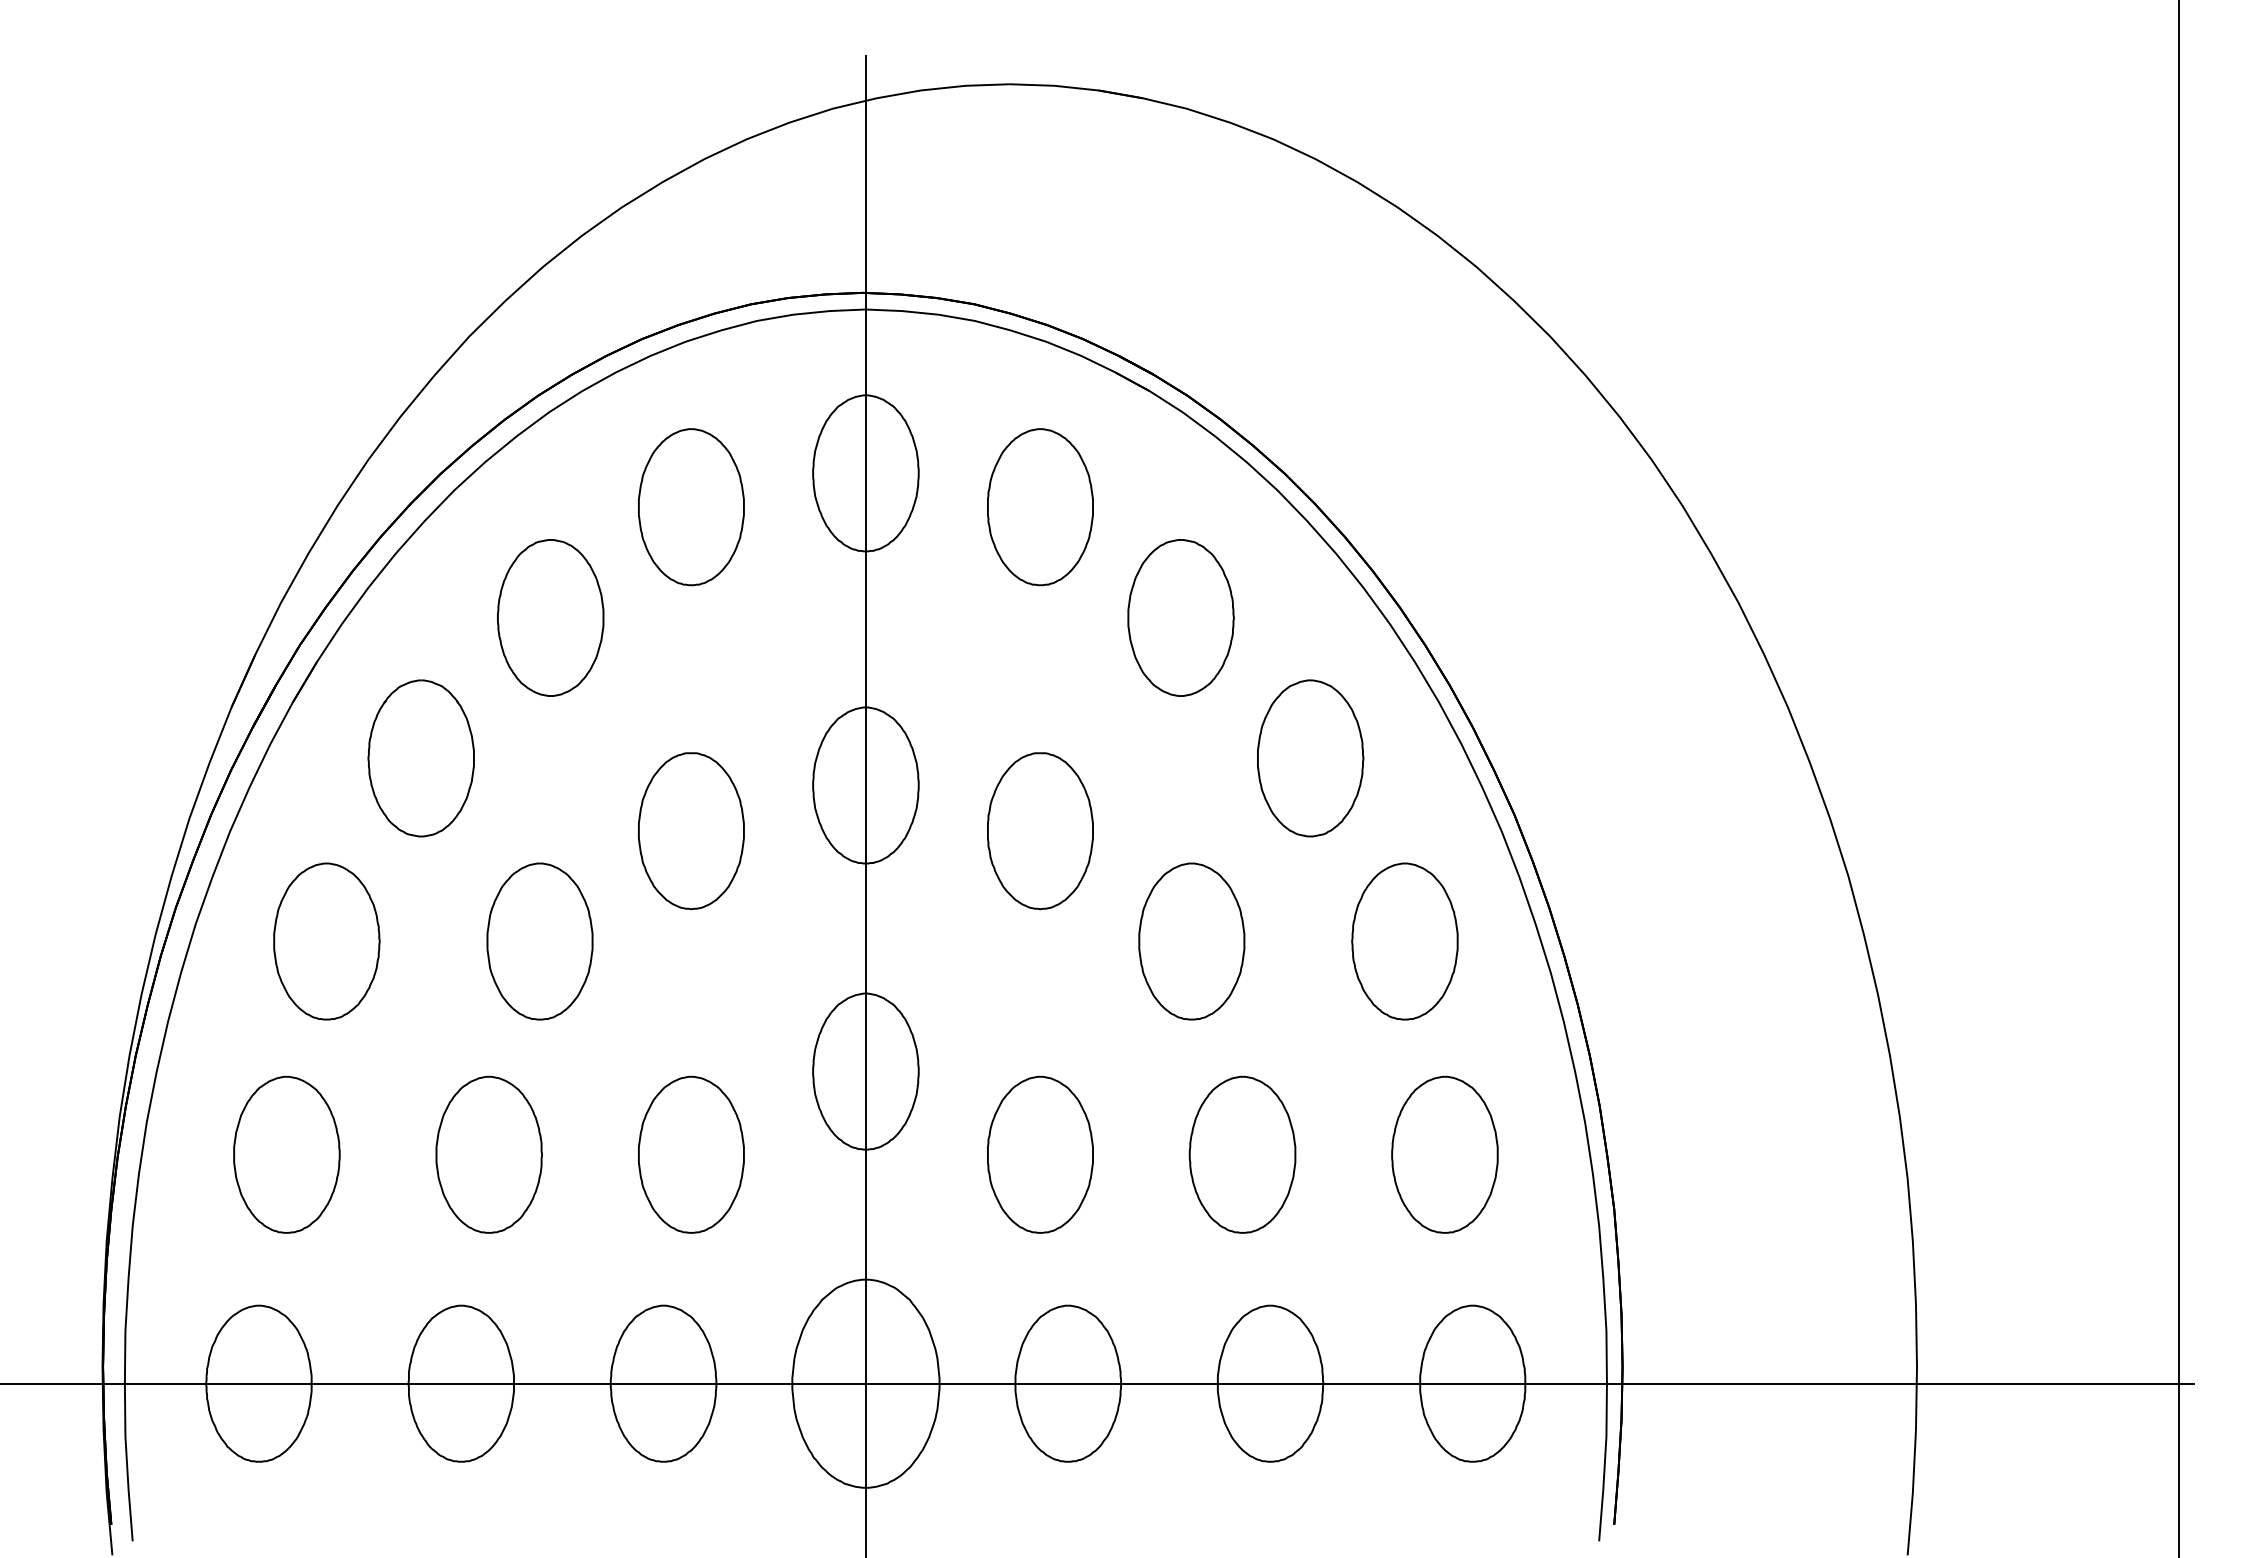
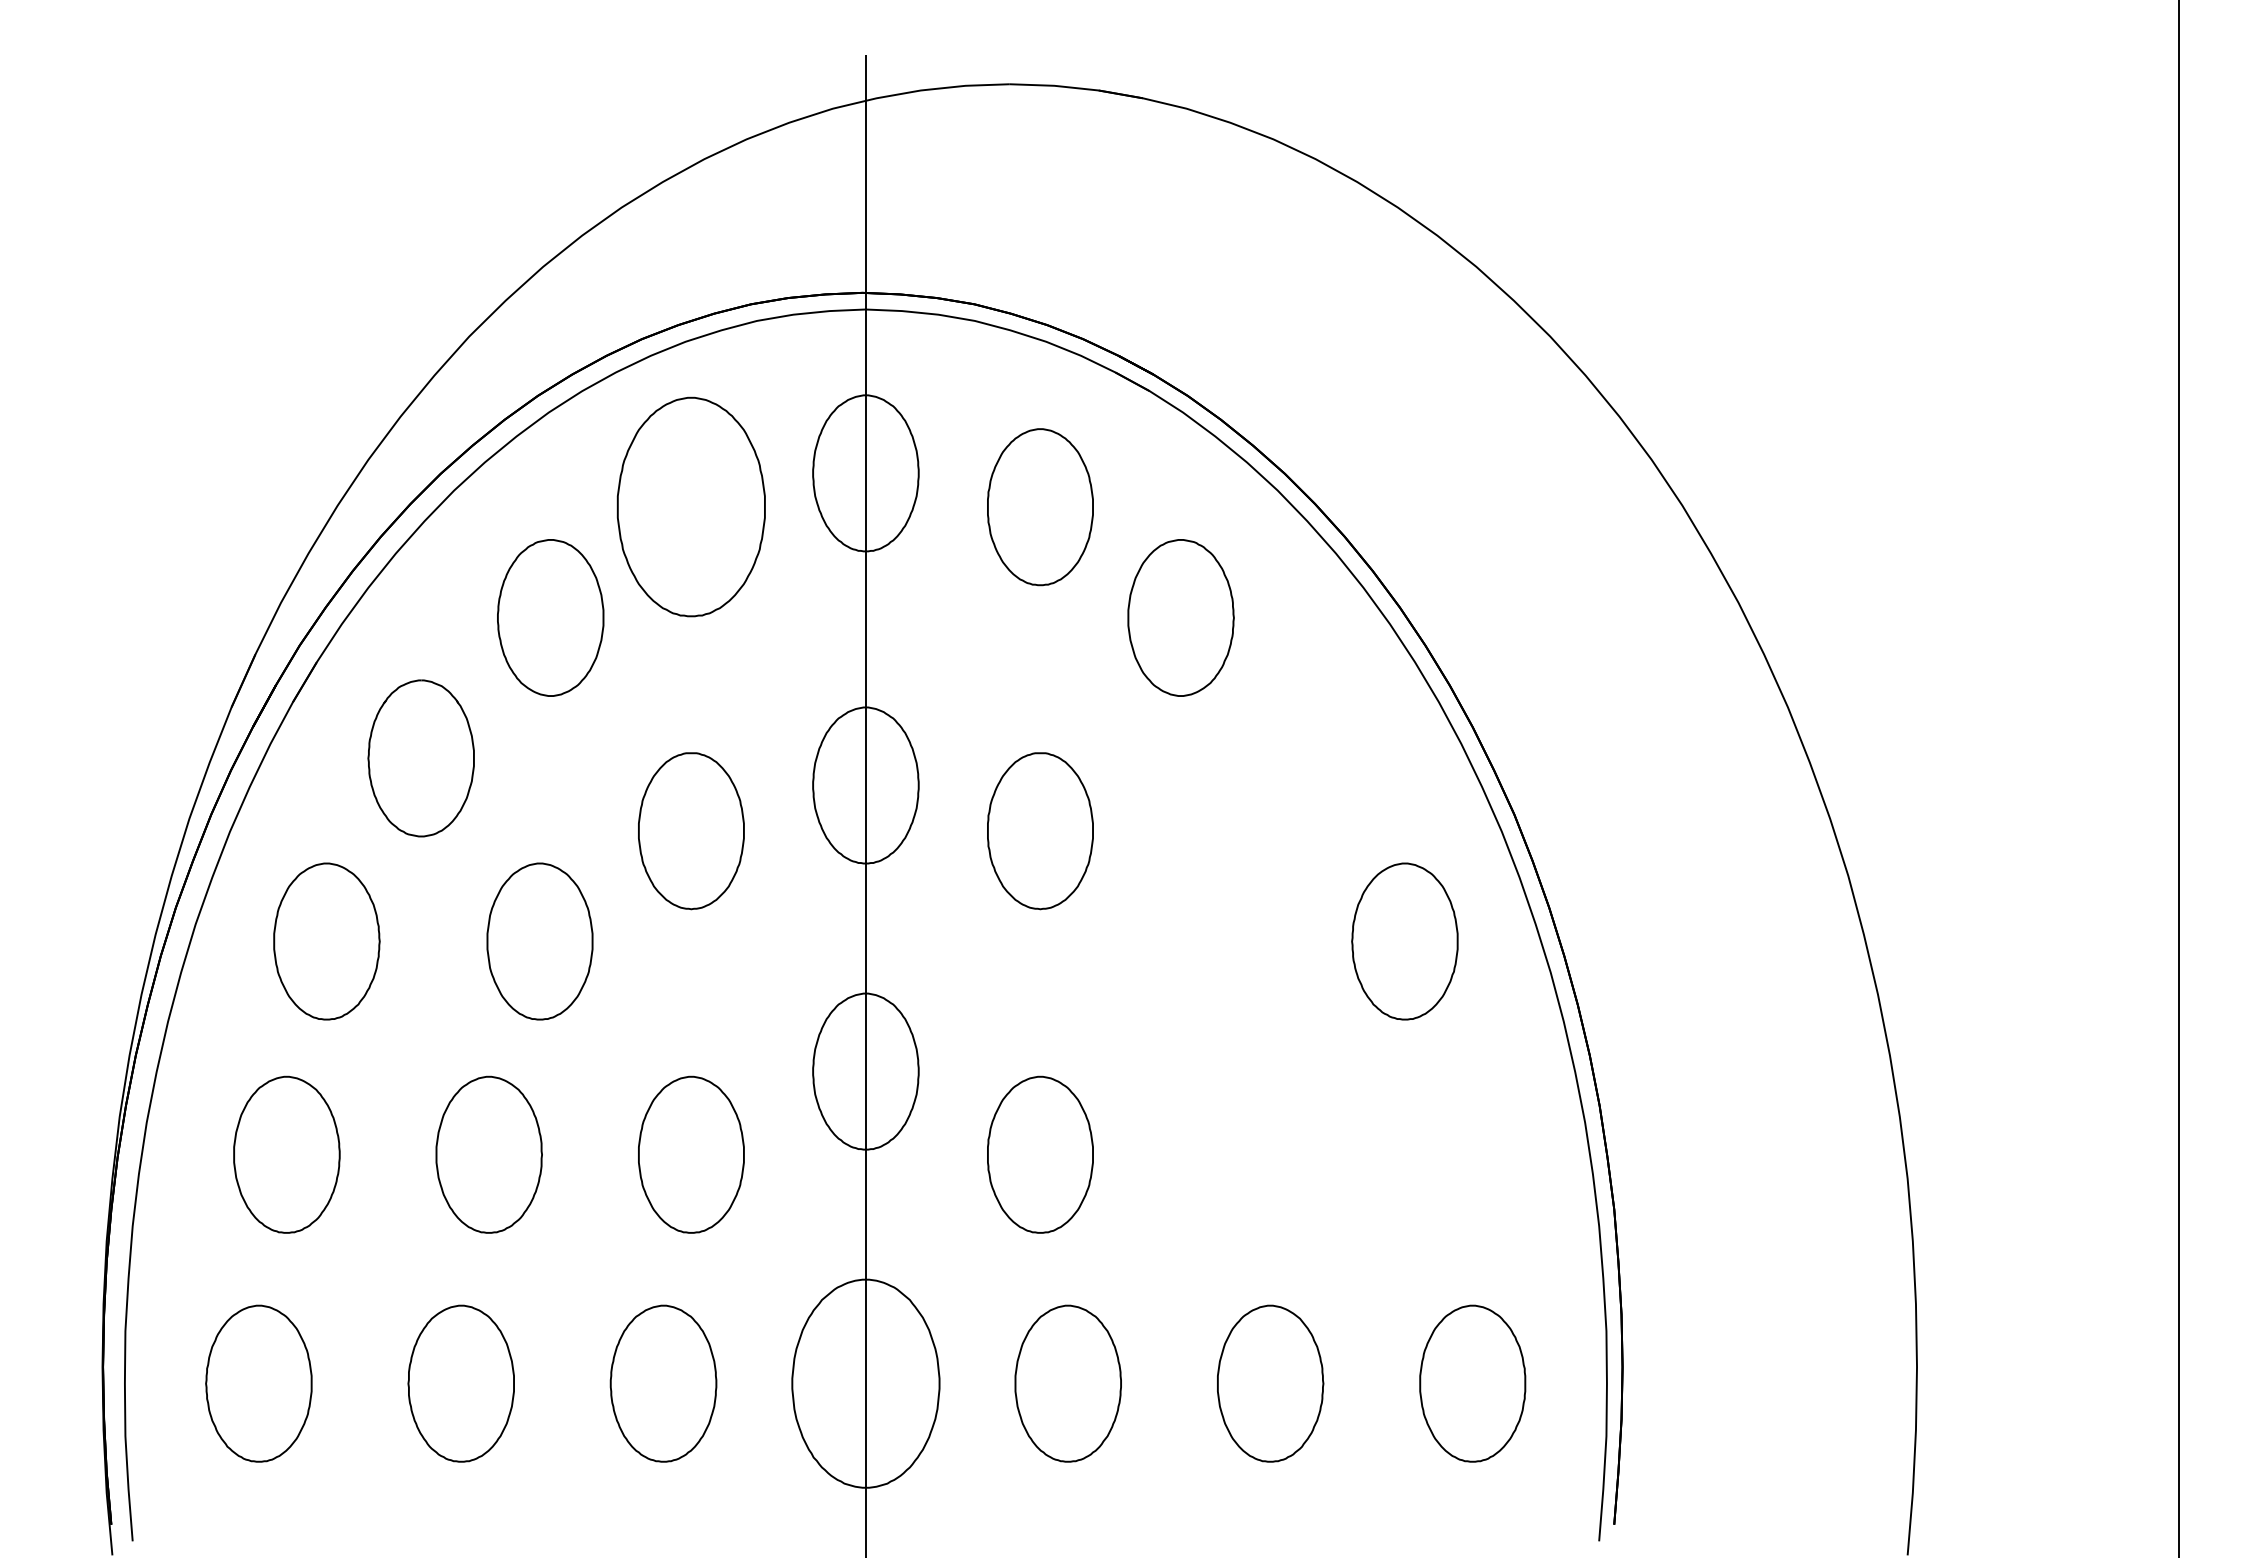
part at (691, 507) size: 107x159 px -> 150x222 px
part at (1310, 758): present -> none
part at (1191, 941): present -> none
part at (1242, 1154): present -> none
part at (1444, 1154): present -> none
line at (1098, 1383): present -> none
